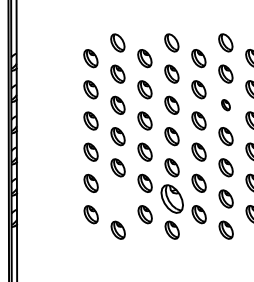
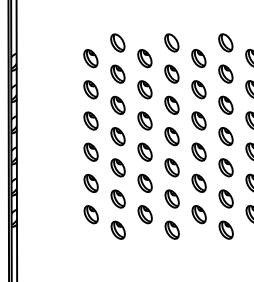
part at (225, 105) size: 10x13 px -> 16x20 px
part at (117, 198): none -> present
part at (171, 198) size: 24x30 px -> 16x20 px
